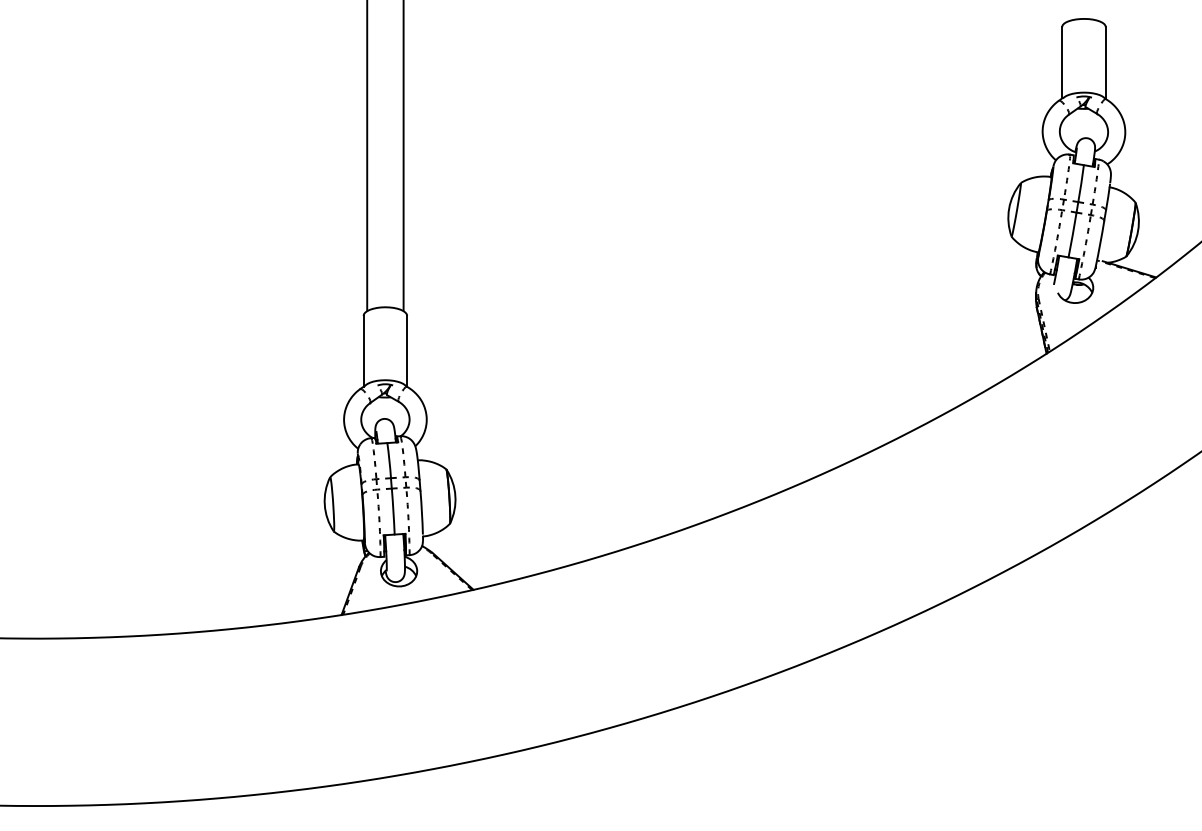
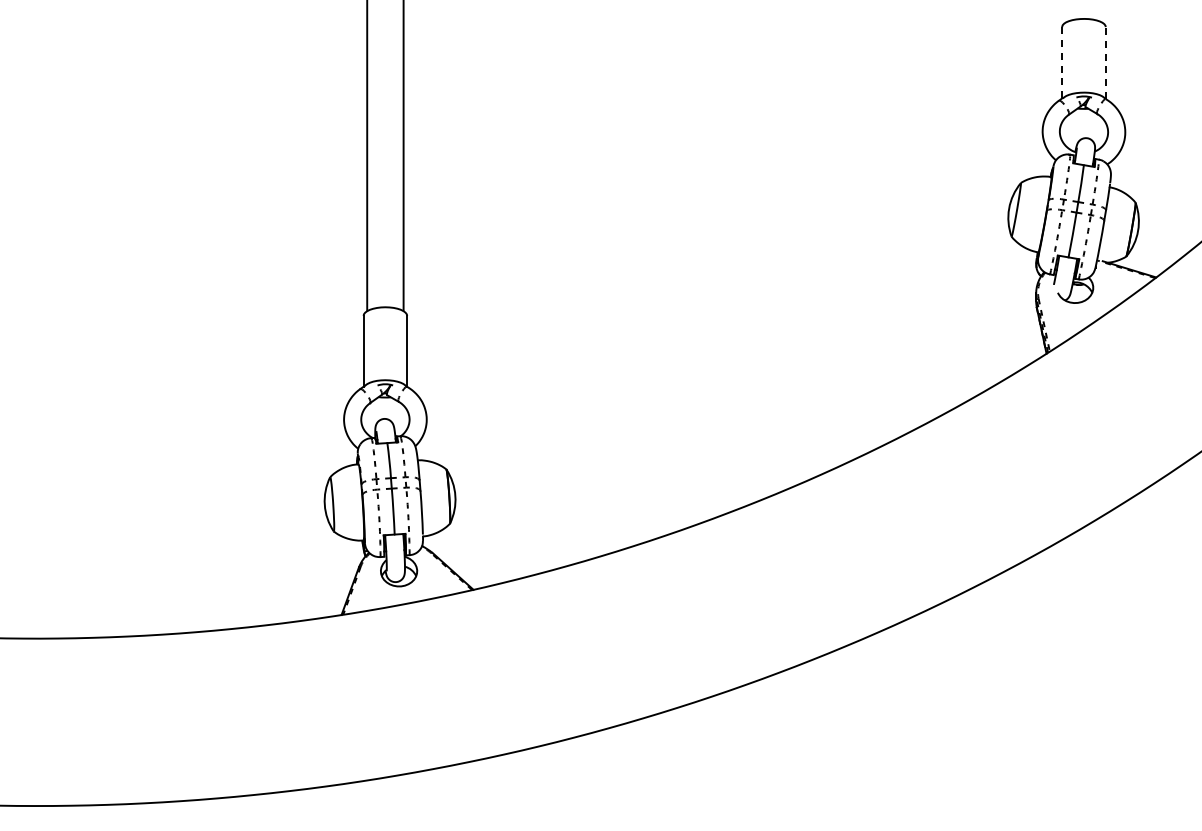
line at (1062, 62): solid -> dashed
line at (1105, 62): solid -> dashed
